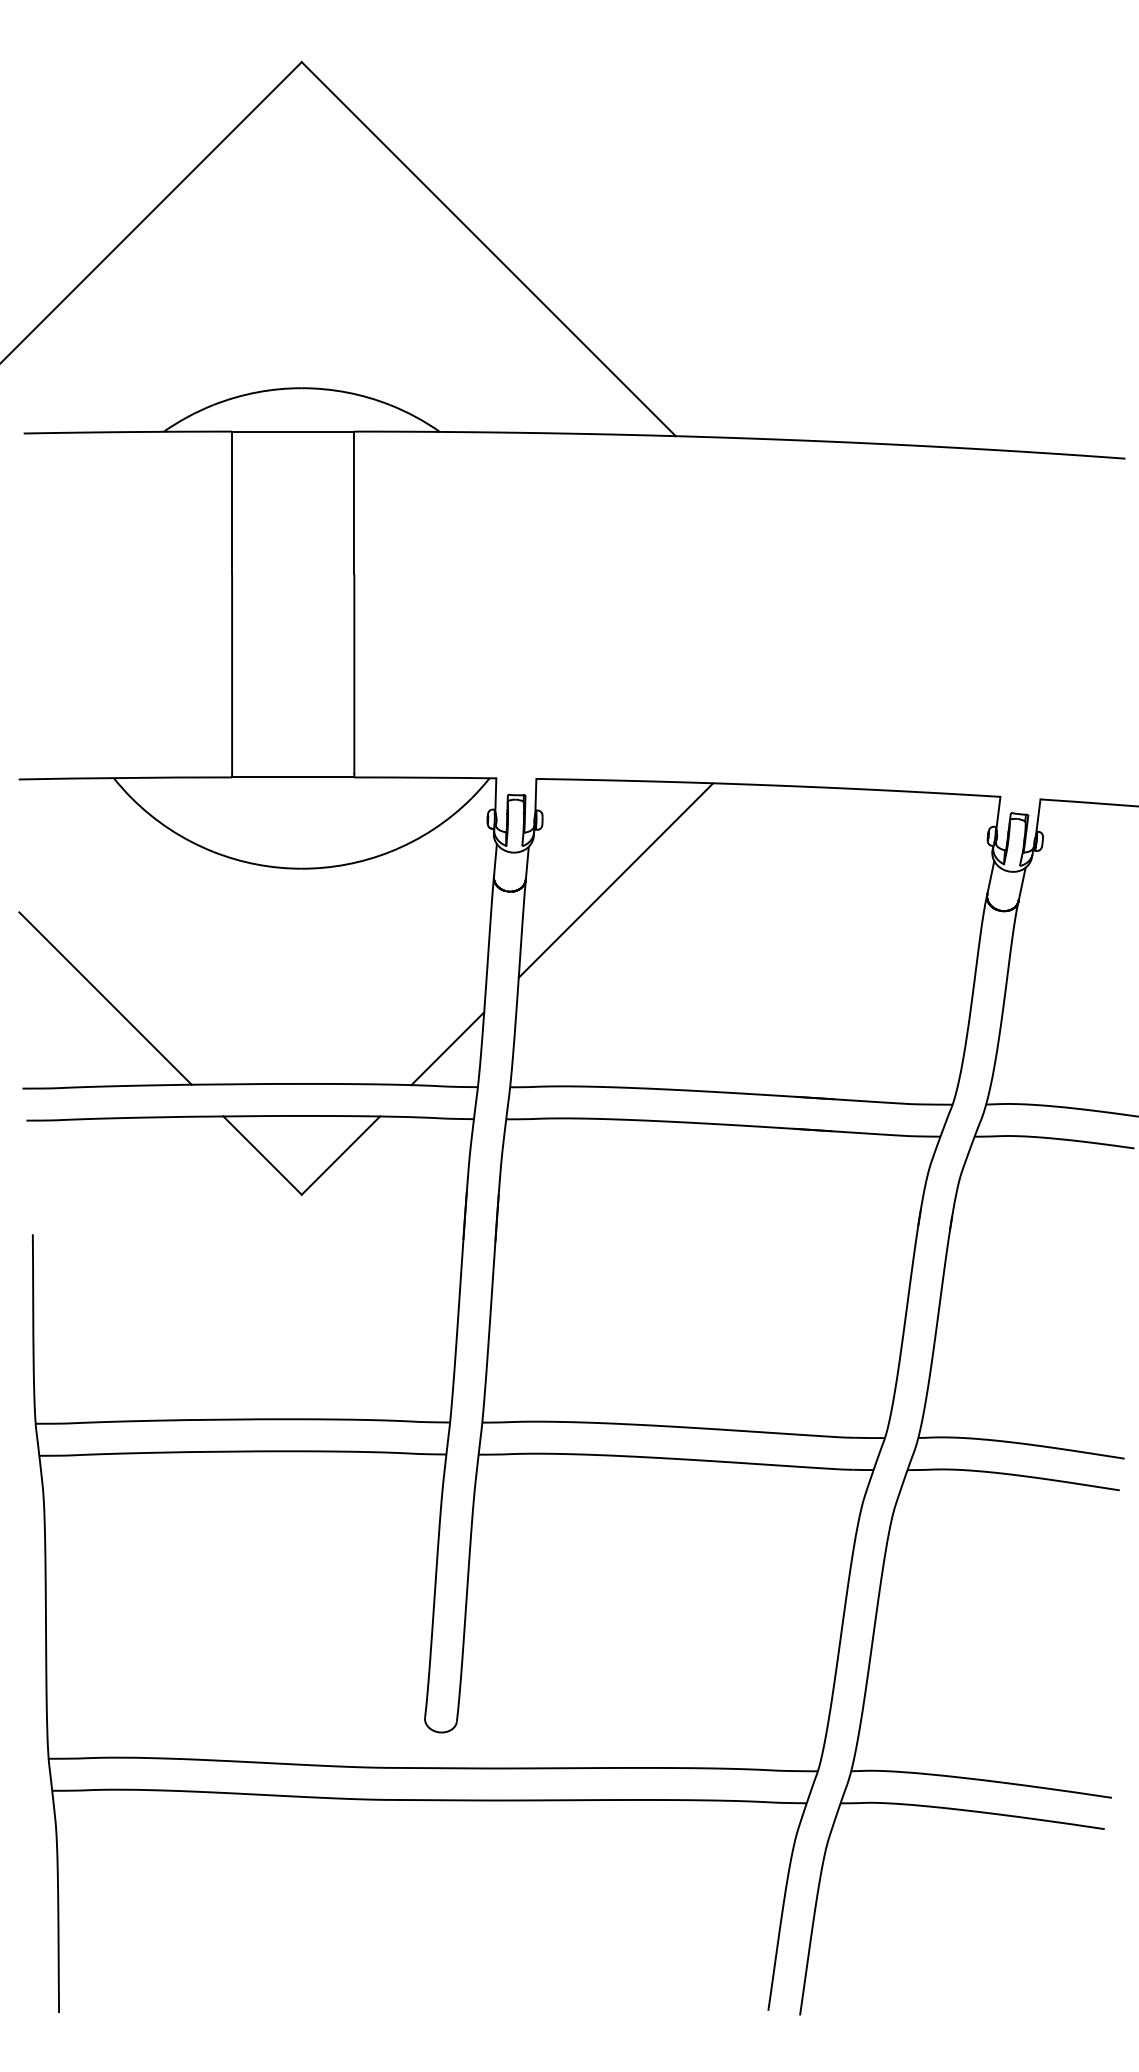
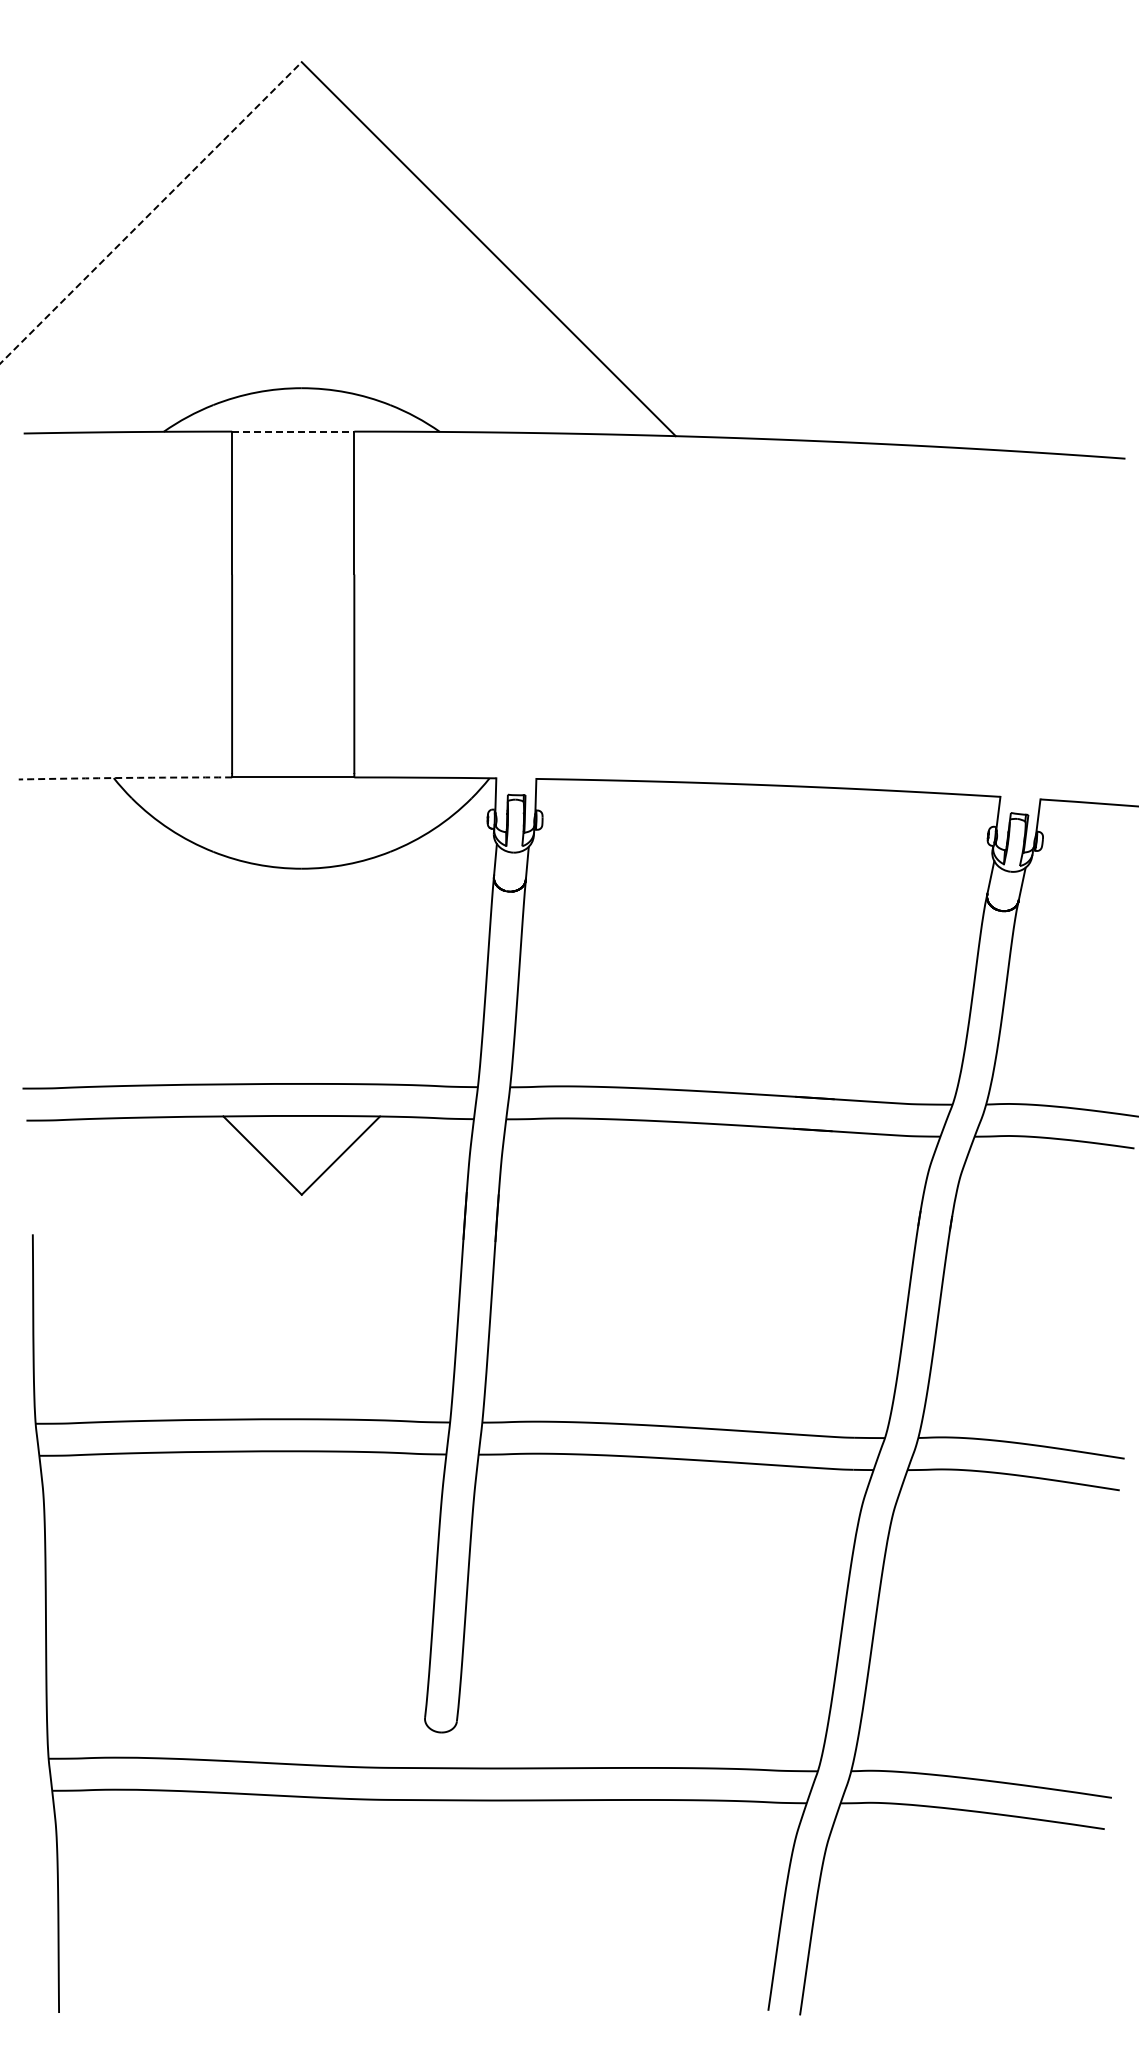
line at (151, 212): solid -> dashed
line at (293, 431): solid -> dashed
arc at (125, 777): solid -> dashed
line at (615, 880): present -> none
line at (105, 998): present -> none
line at (447, 1048): present -> none
